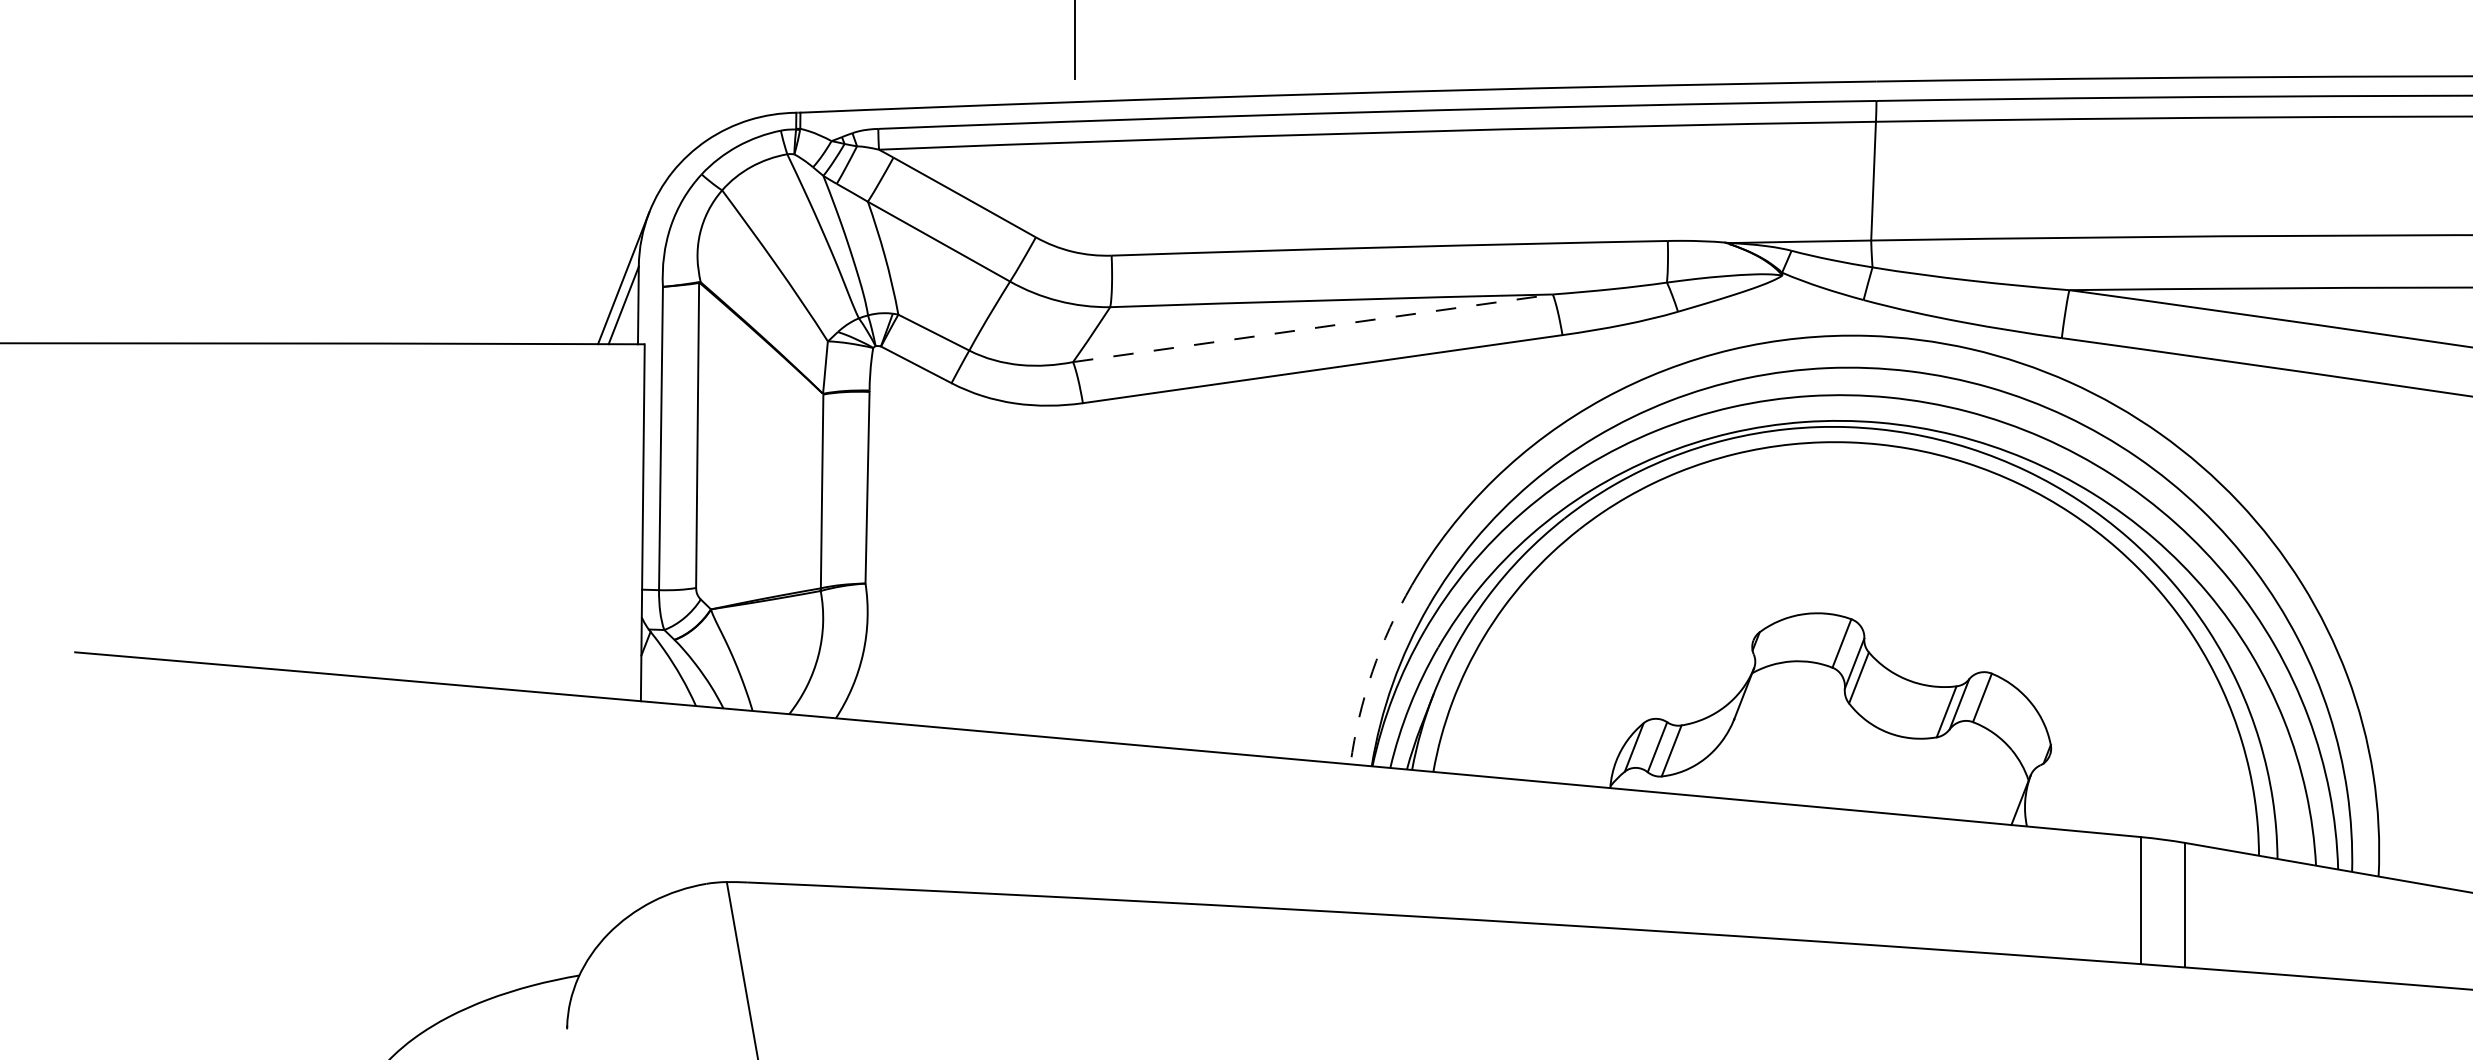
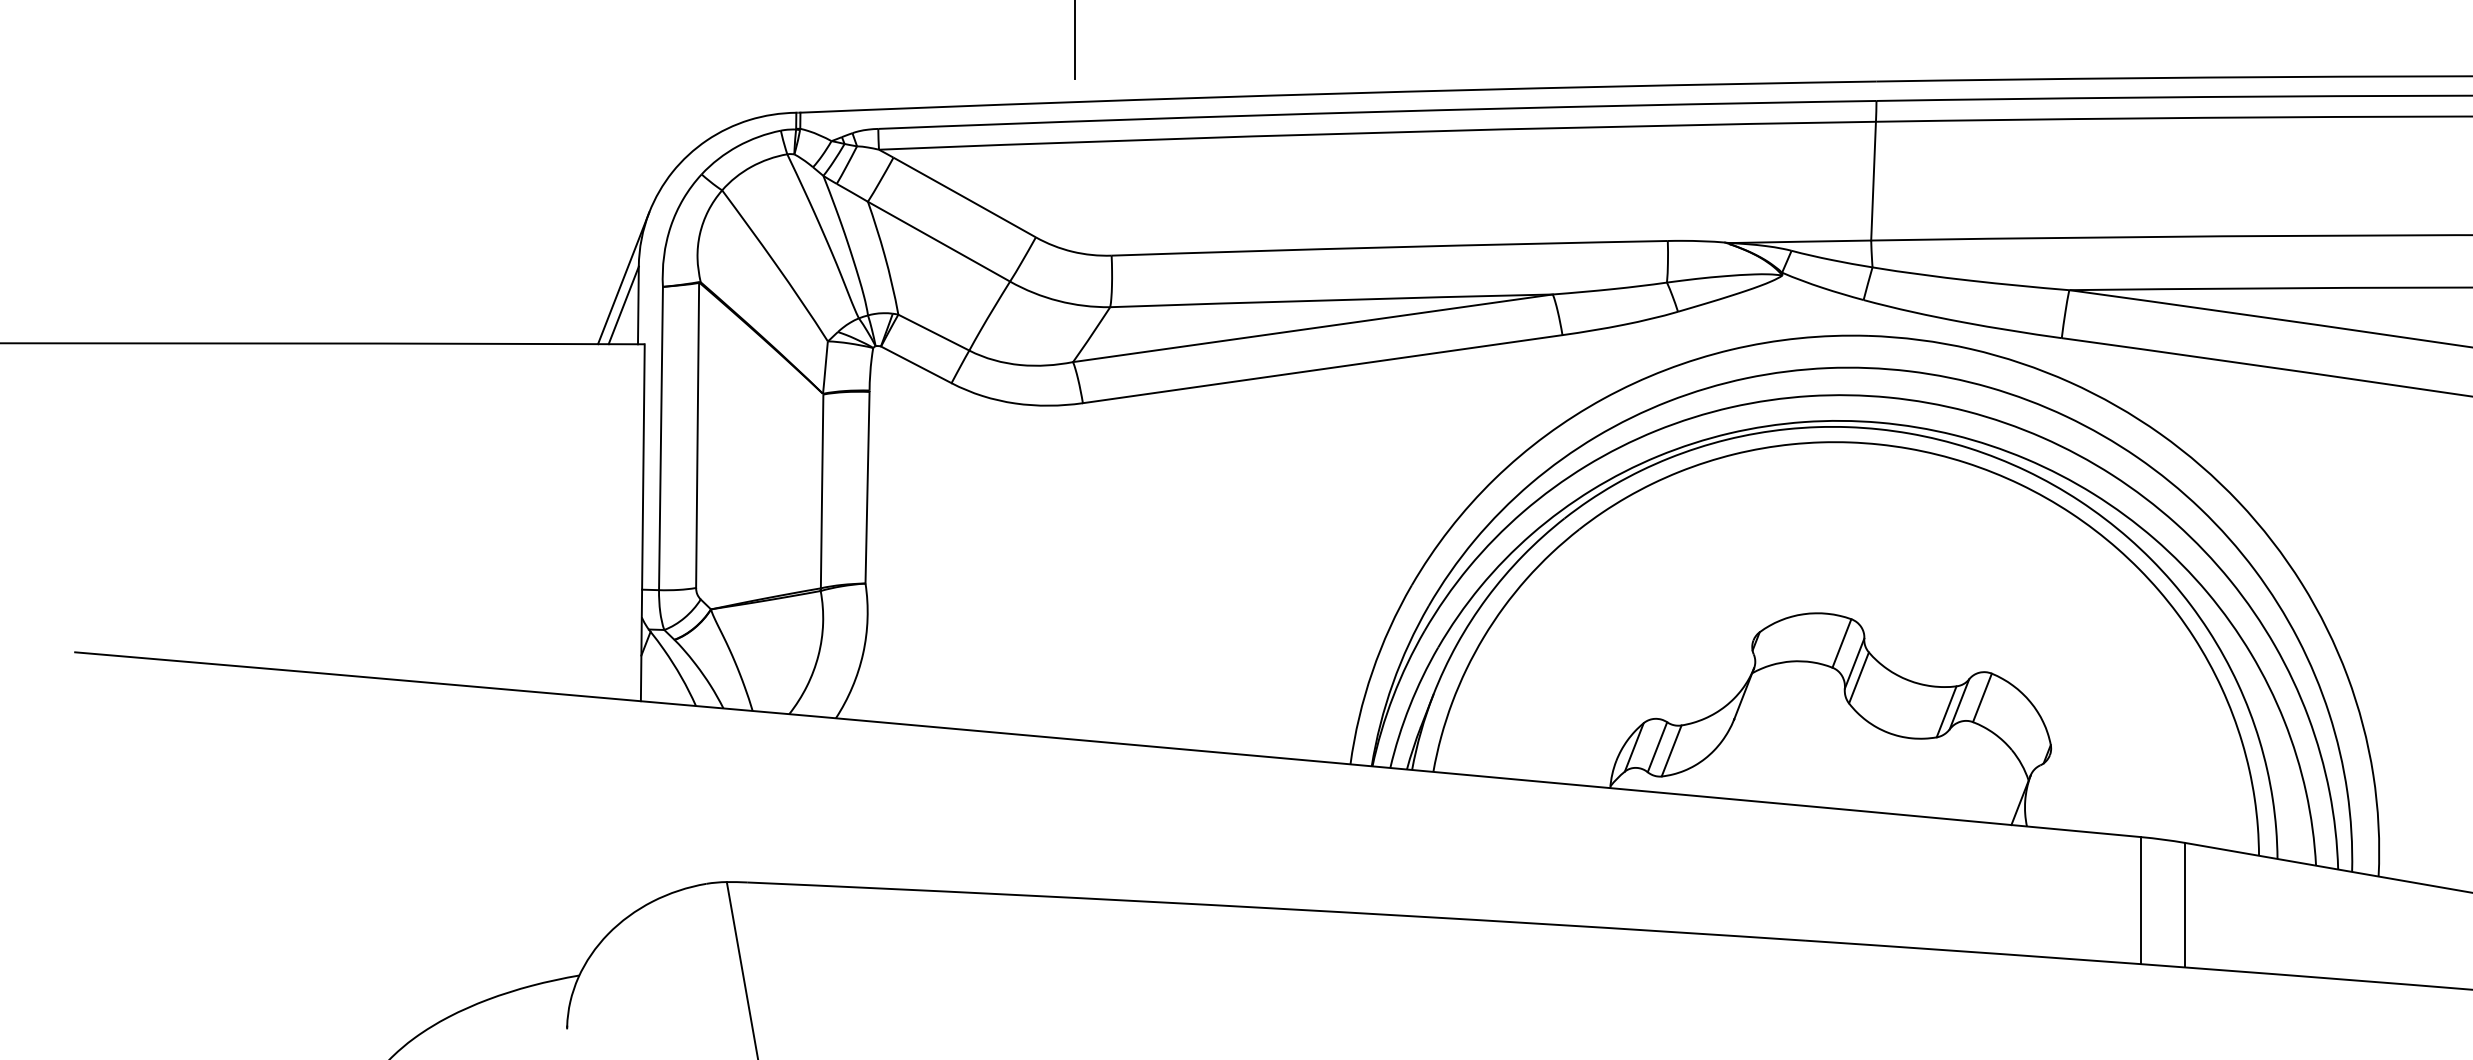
line at (1313, 328): dashed -> solid
arc at (1372, 671): dashed -> solid
